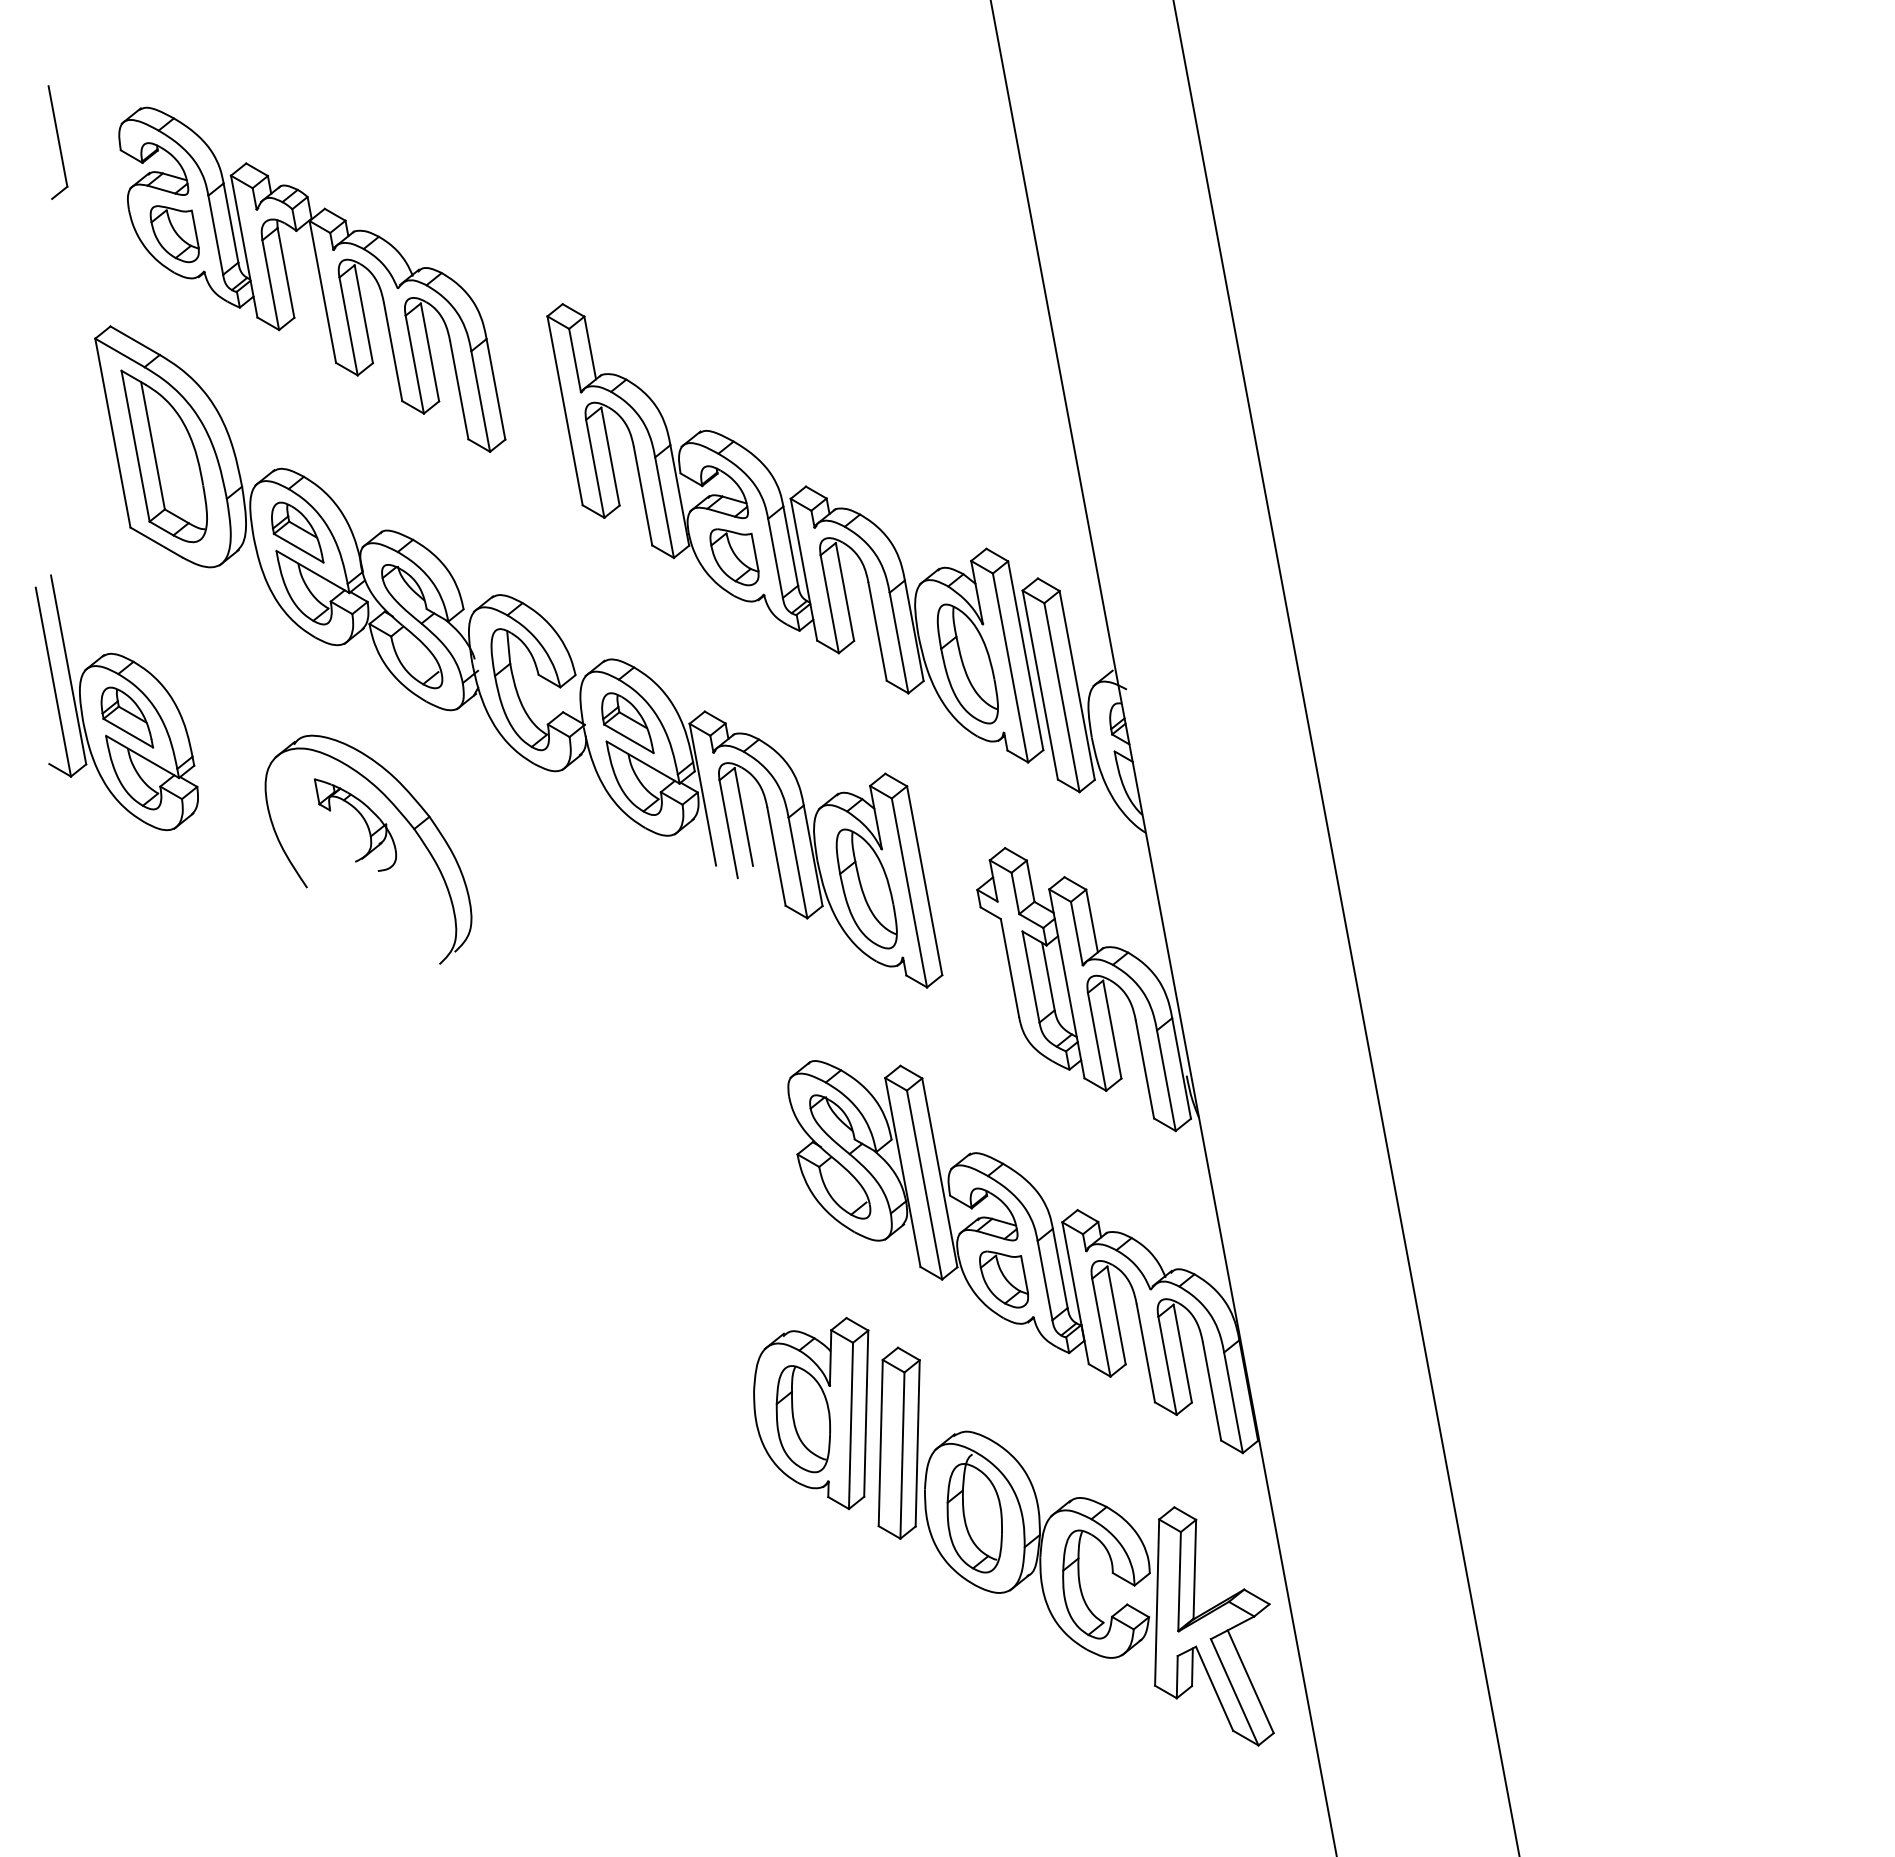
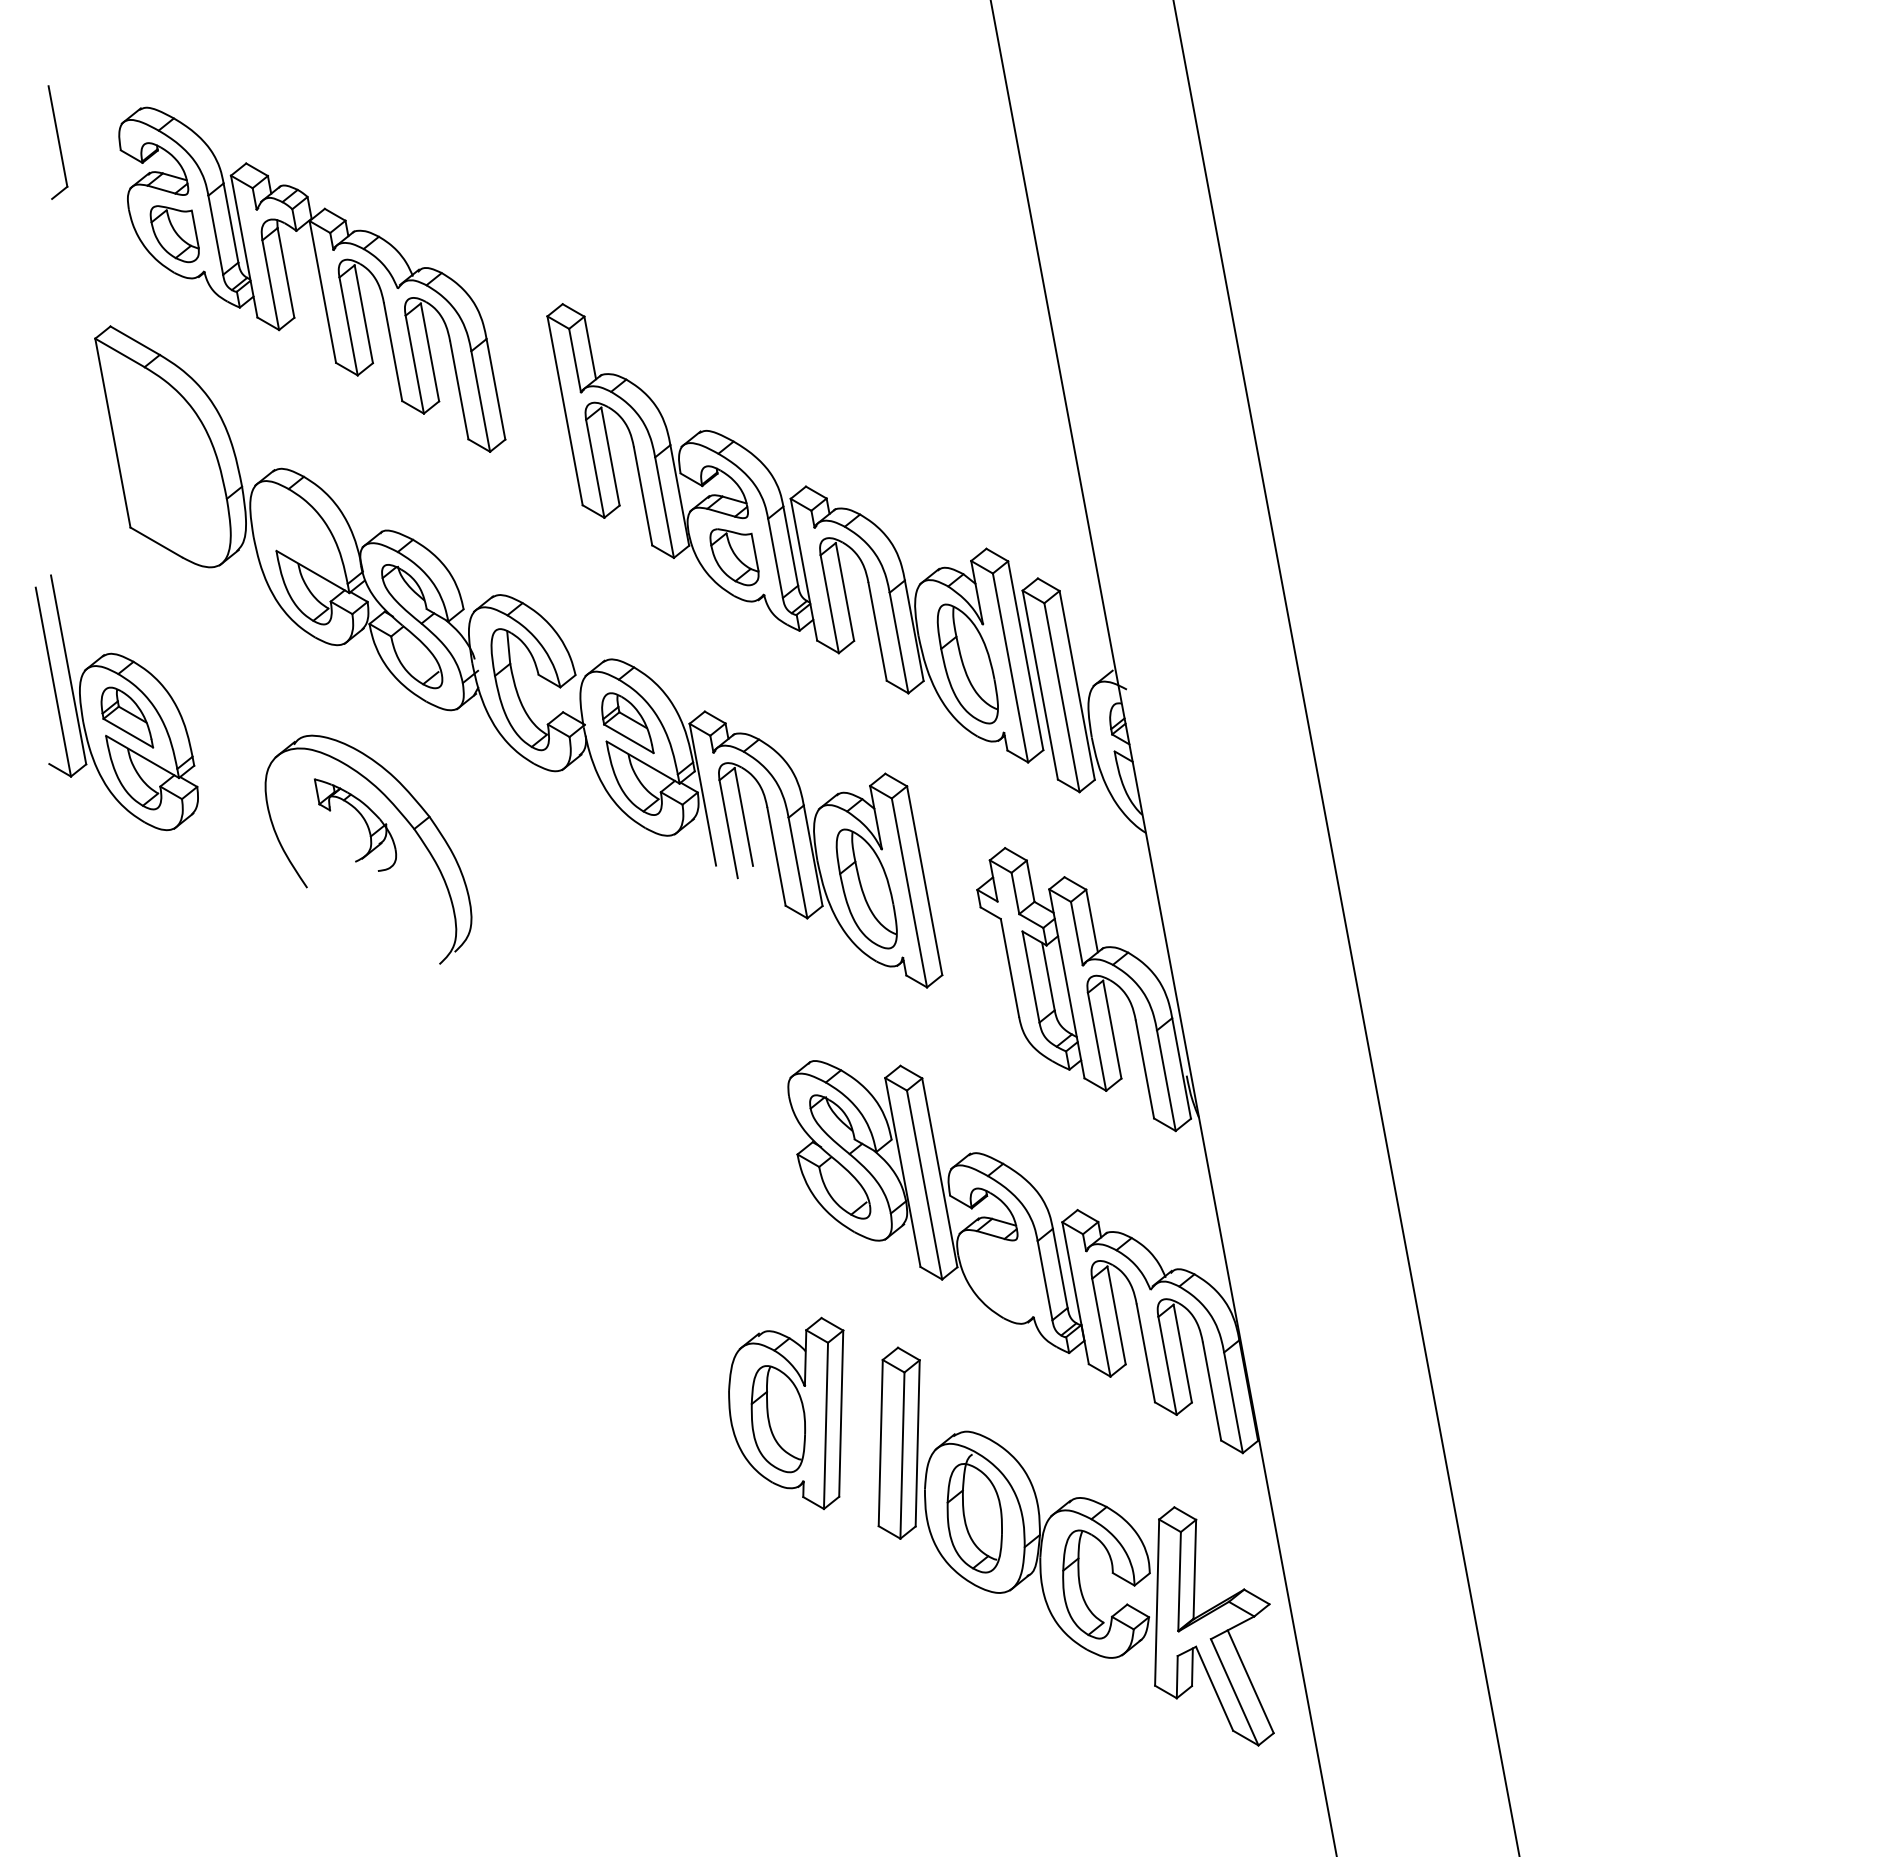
part at (163, 456): present -> none
part at (297, 532): present -> none
part at (1003, 1279): present -> none
part at (811, 1413) position: (811, 1413) -> (786, 1413)
